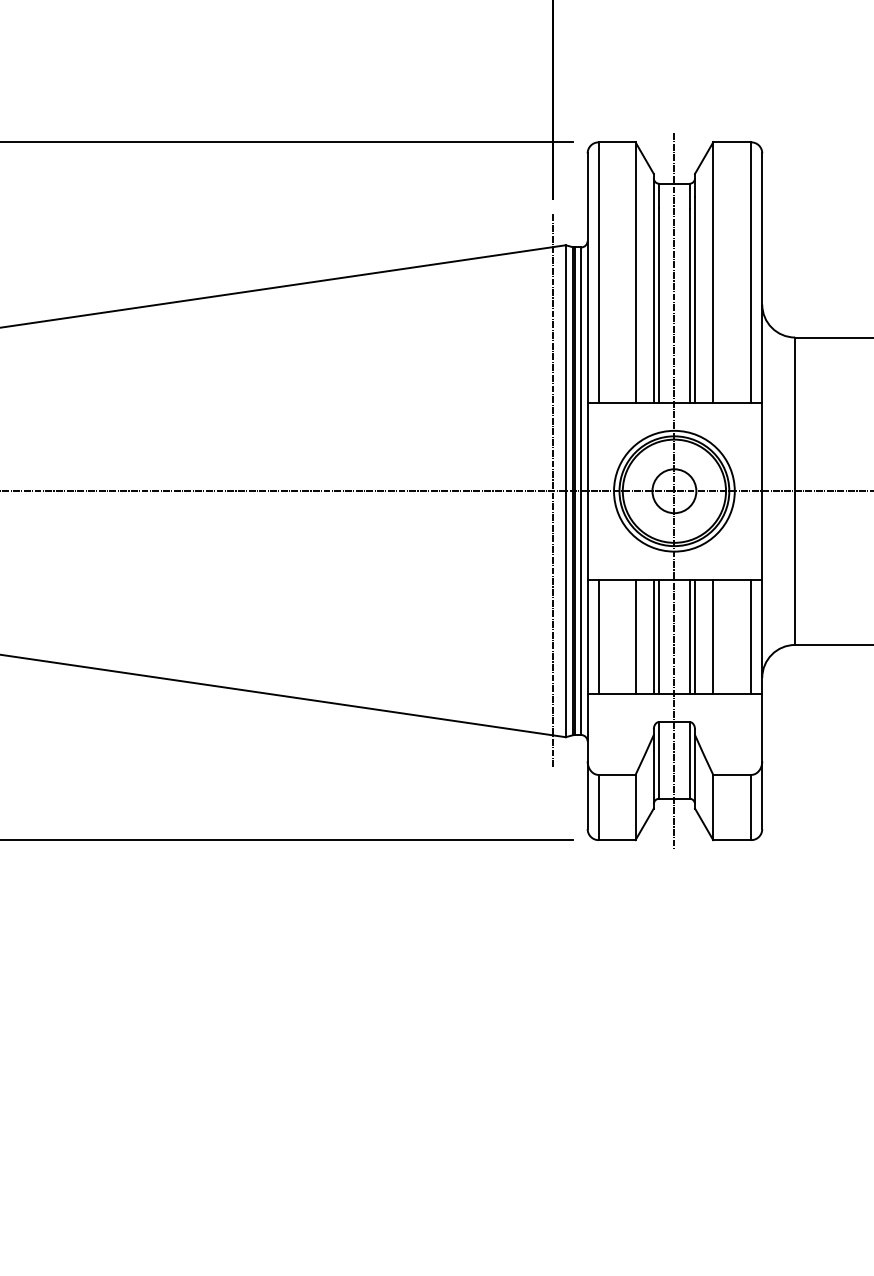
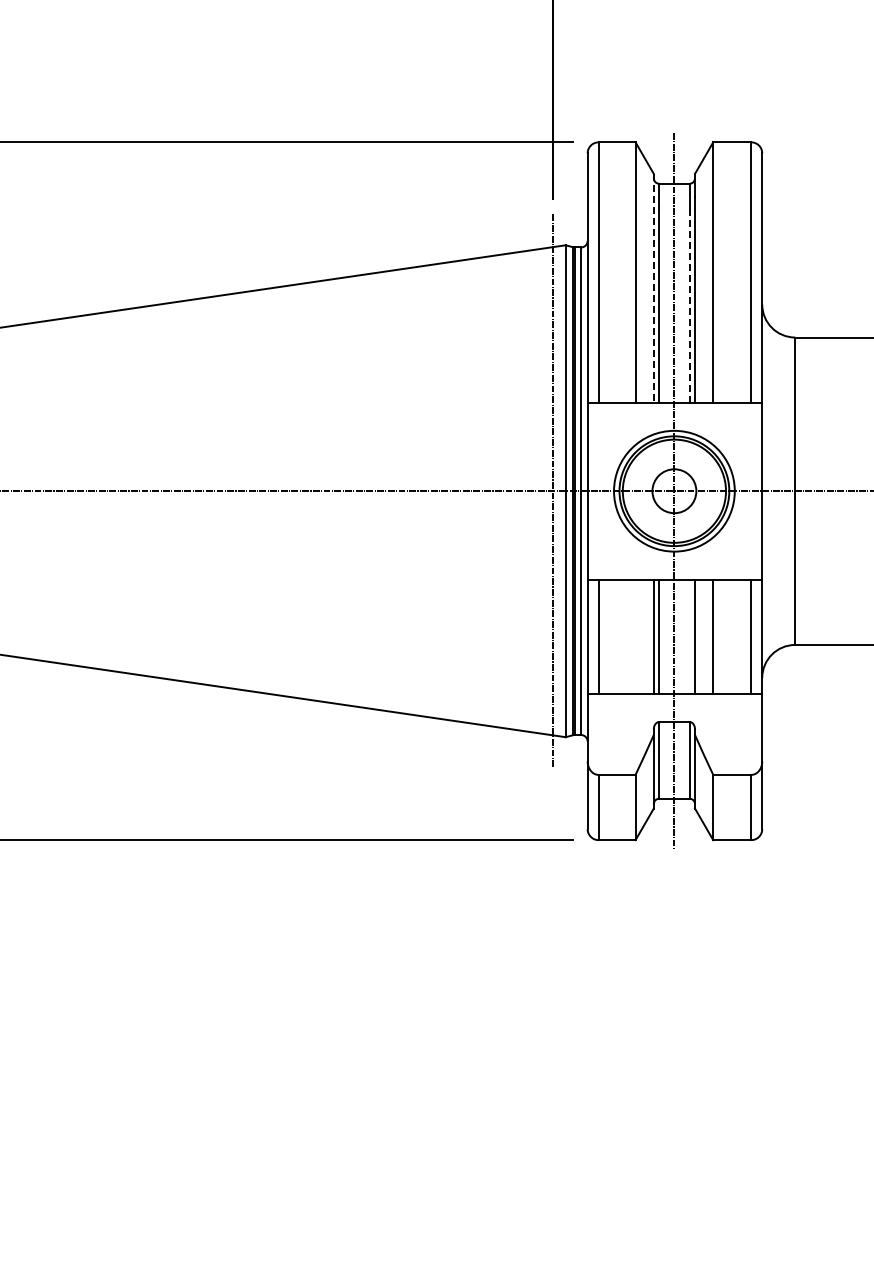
line at (653, 288): solid -> dashed
line at (689, 305): solid -> dashed
line at (635, 636): present -> none
line at (689, 636): present -> none
